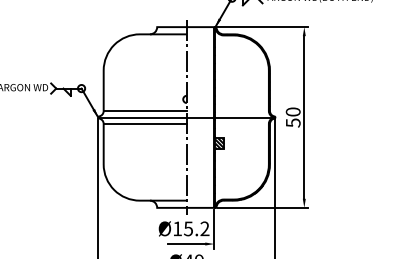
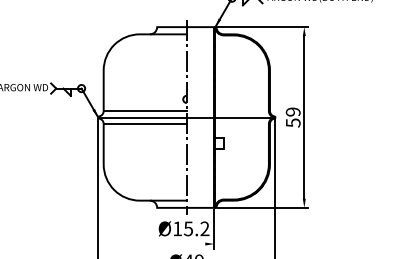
text at (293, 111): 50 -> 59
hatch at (219, 143): present -> none
line at (186, 244): present -> none
